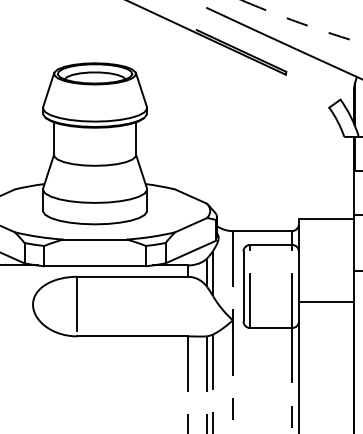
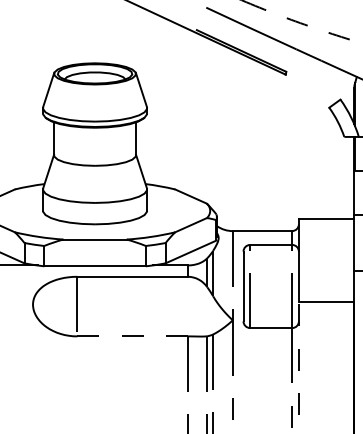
line at (133, 336): solid -> dashed
line at (298, 367): solid -> dashed
